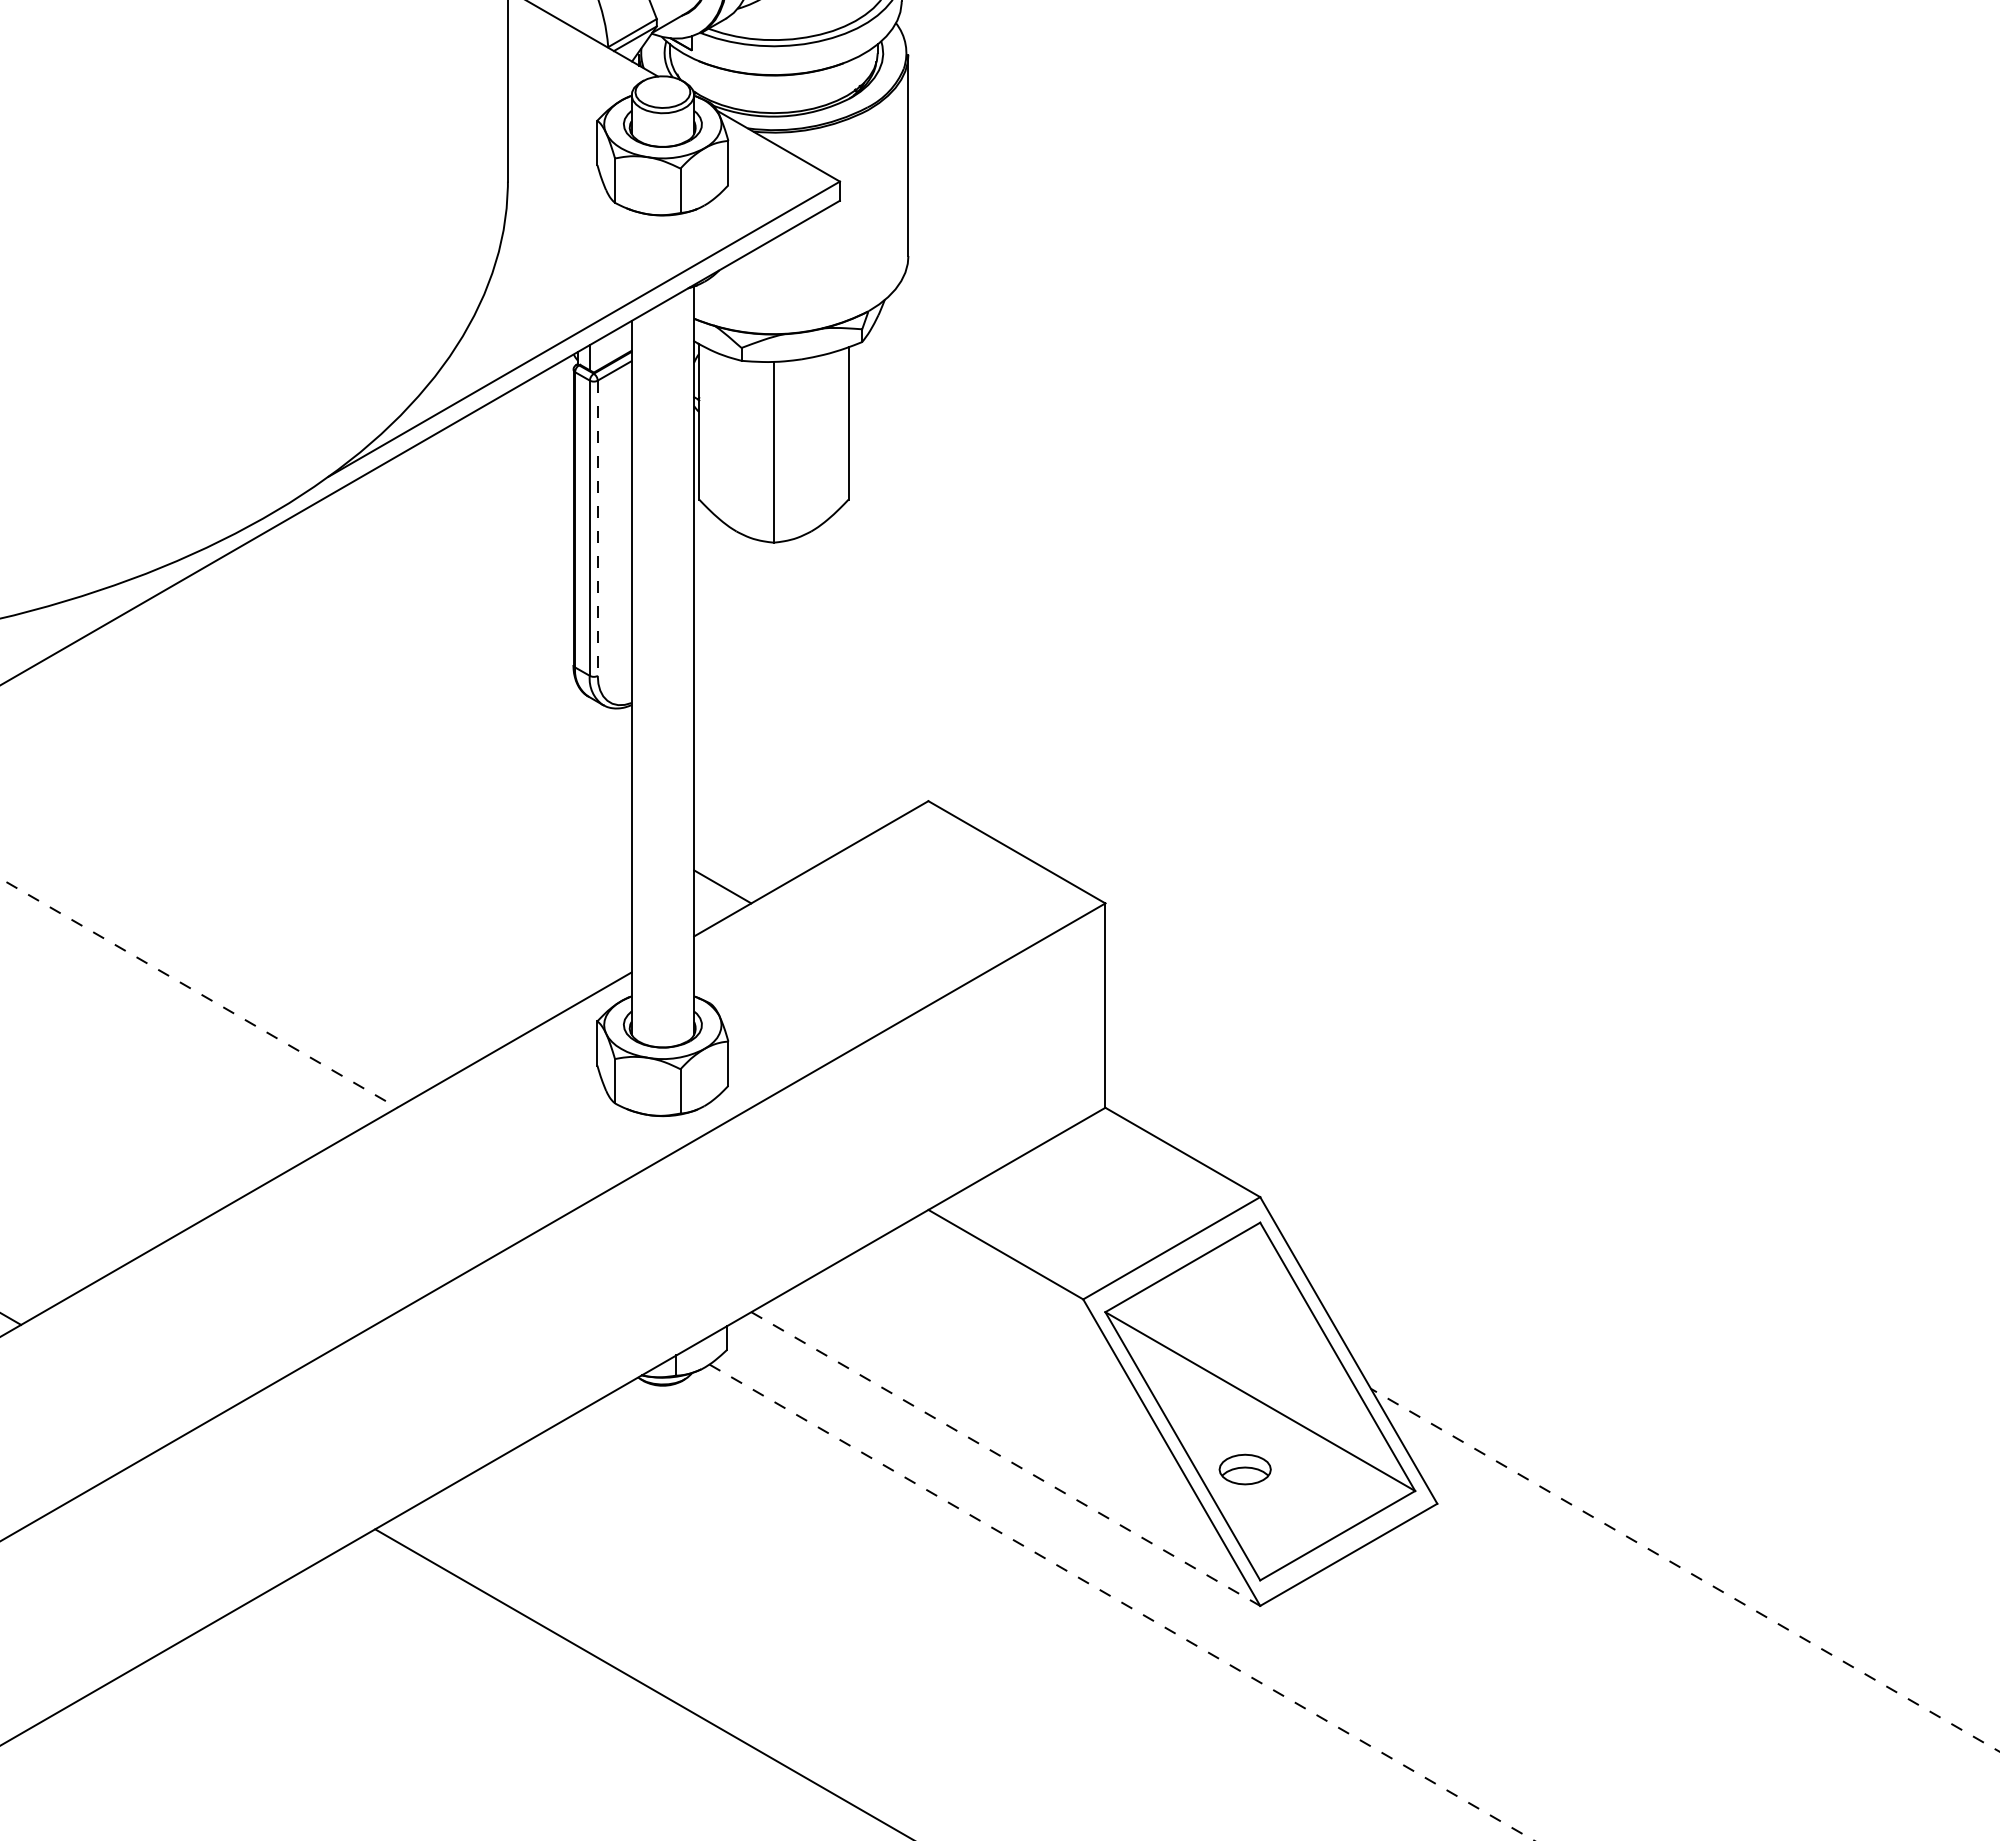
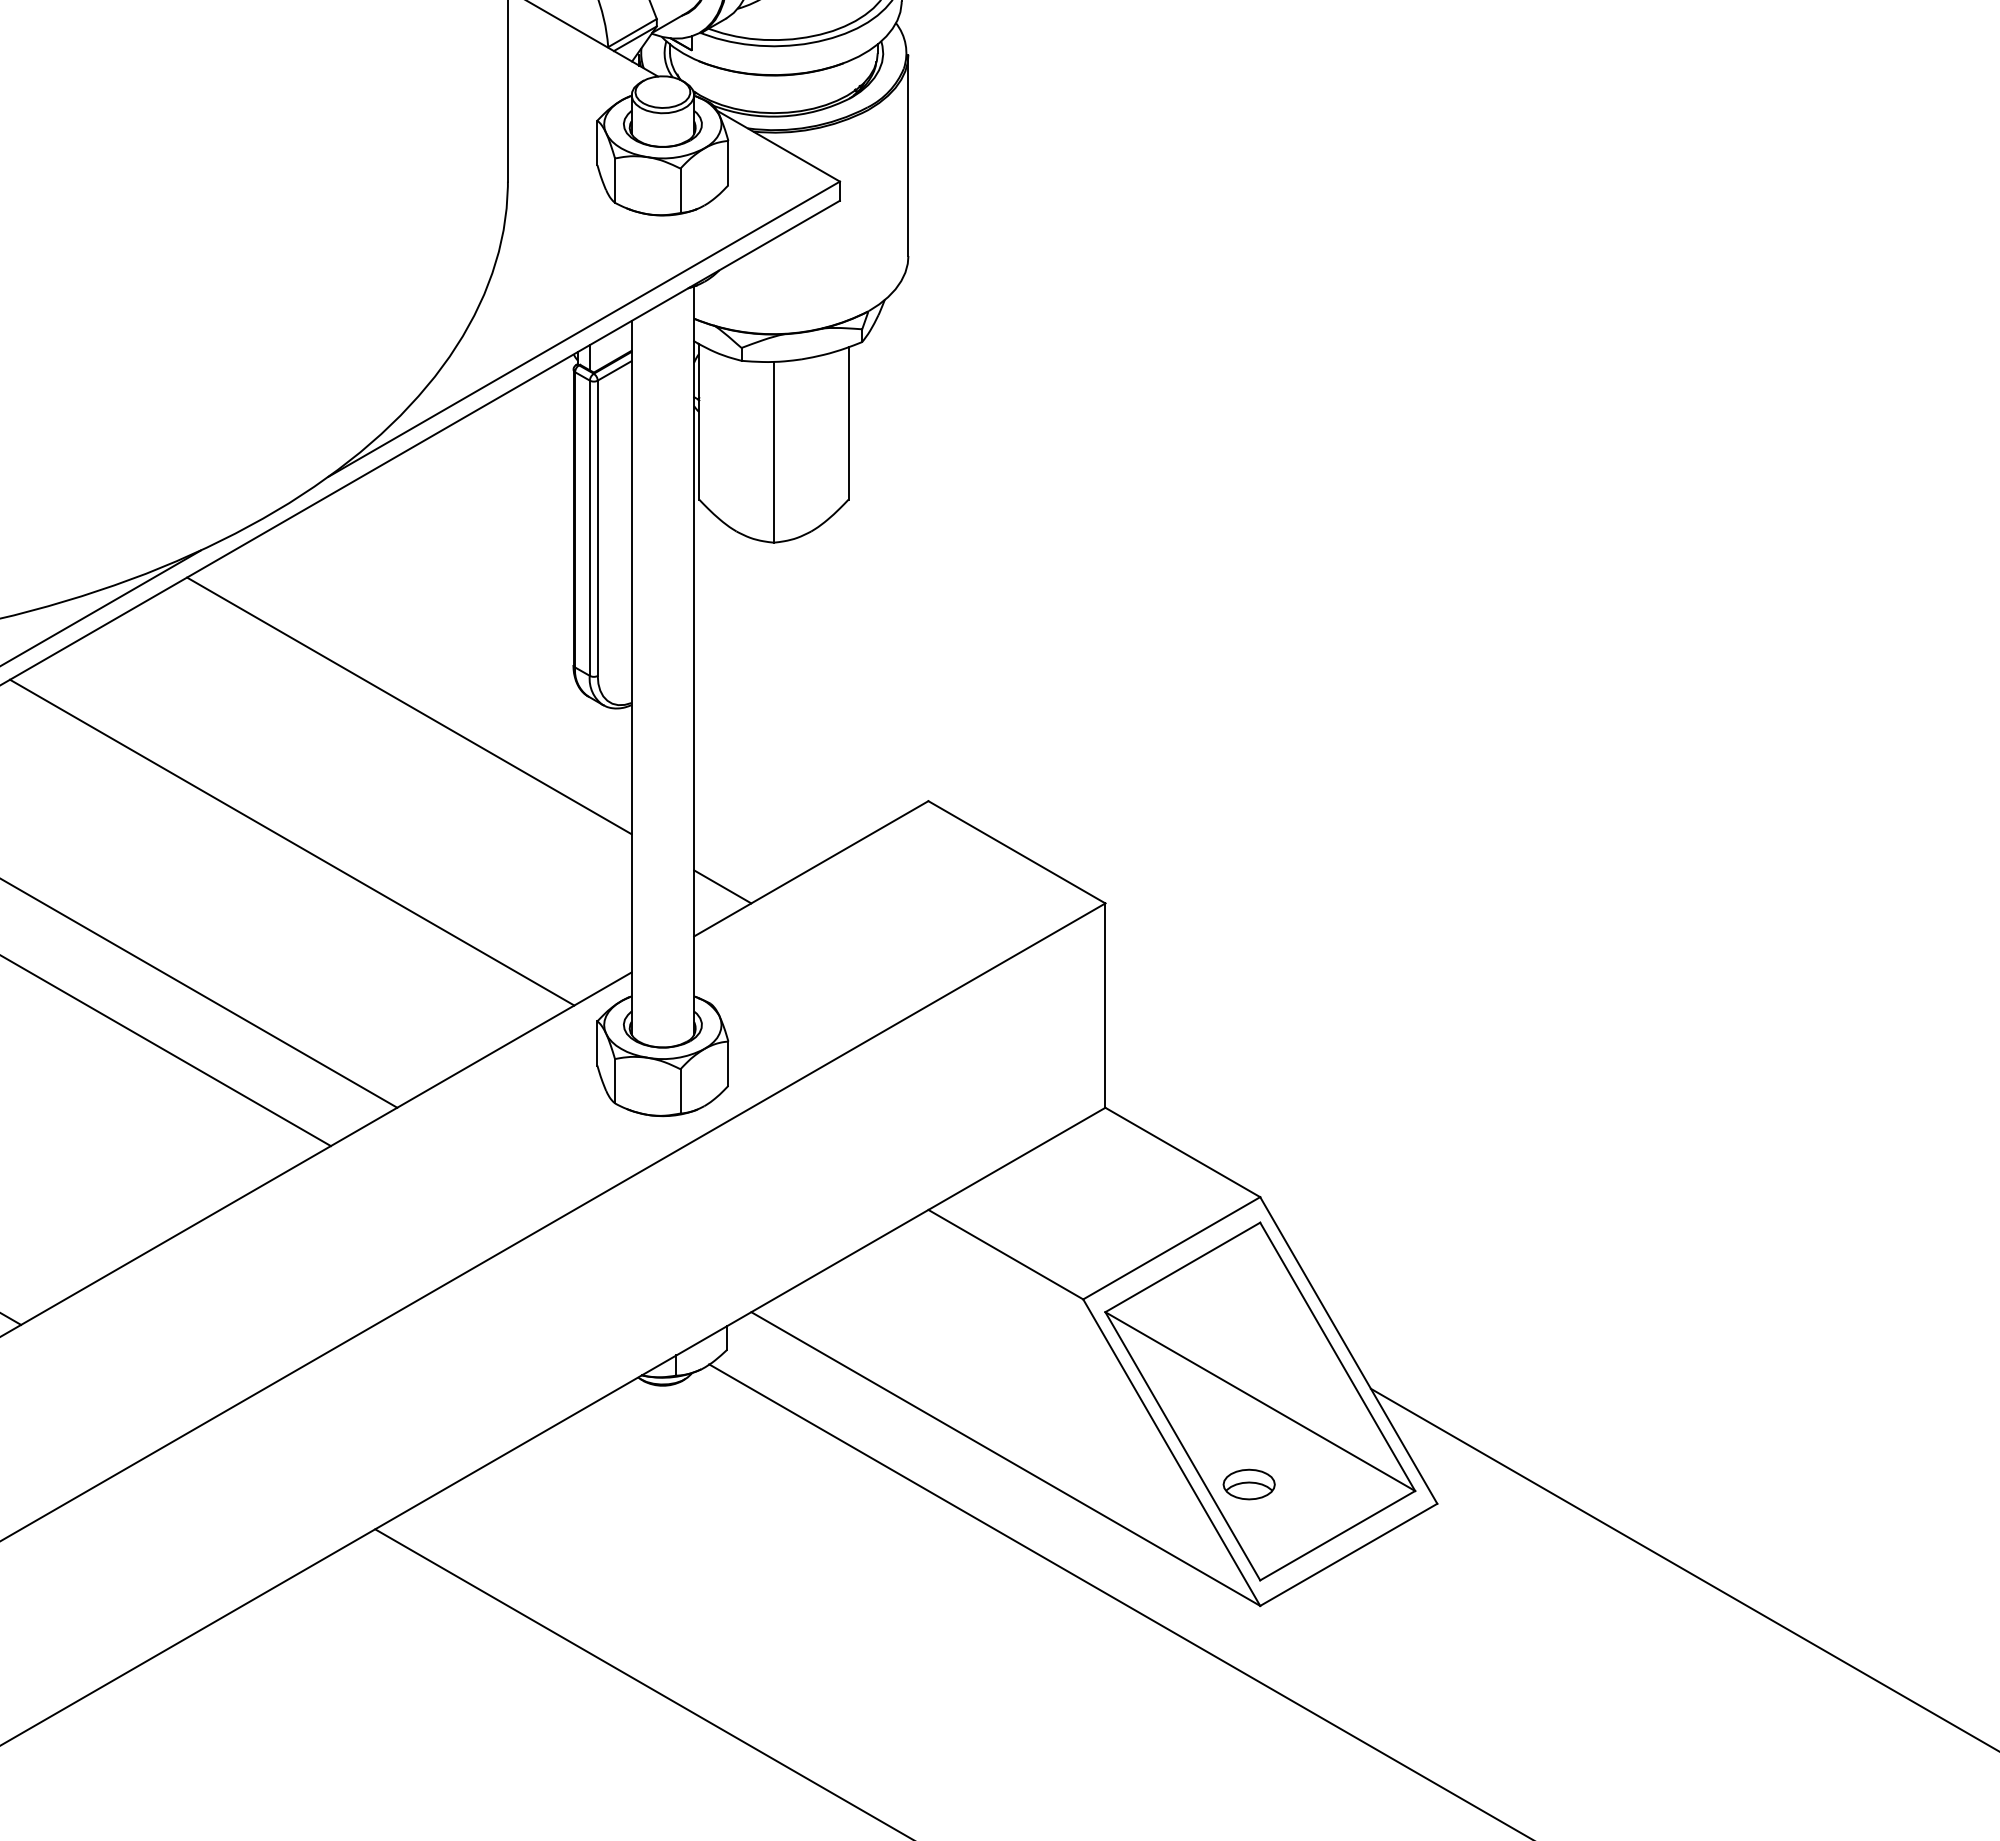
line at (597, 528): dashed -> solid
line at (101, 607): none -> present
line at (409, 705): none -> present
line at (292, 842): none -> present
line at (199, 993): dashed -> solid
line at (166, 1051): none -> present
line at (1005, 1459): dashed -> solid
part at (1244, 1469) position: (1244, 1469) -> (1248, 1484)
line at (1685, 1570): dashed -> solid
line at (1121, 1602): dashed -> solid
